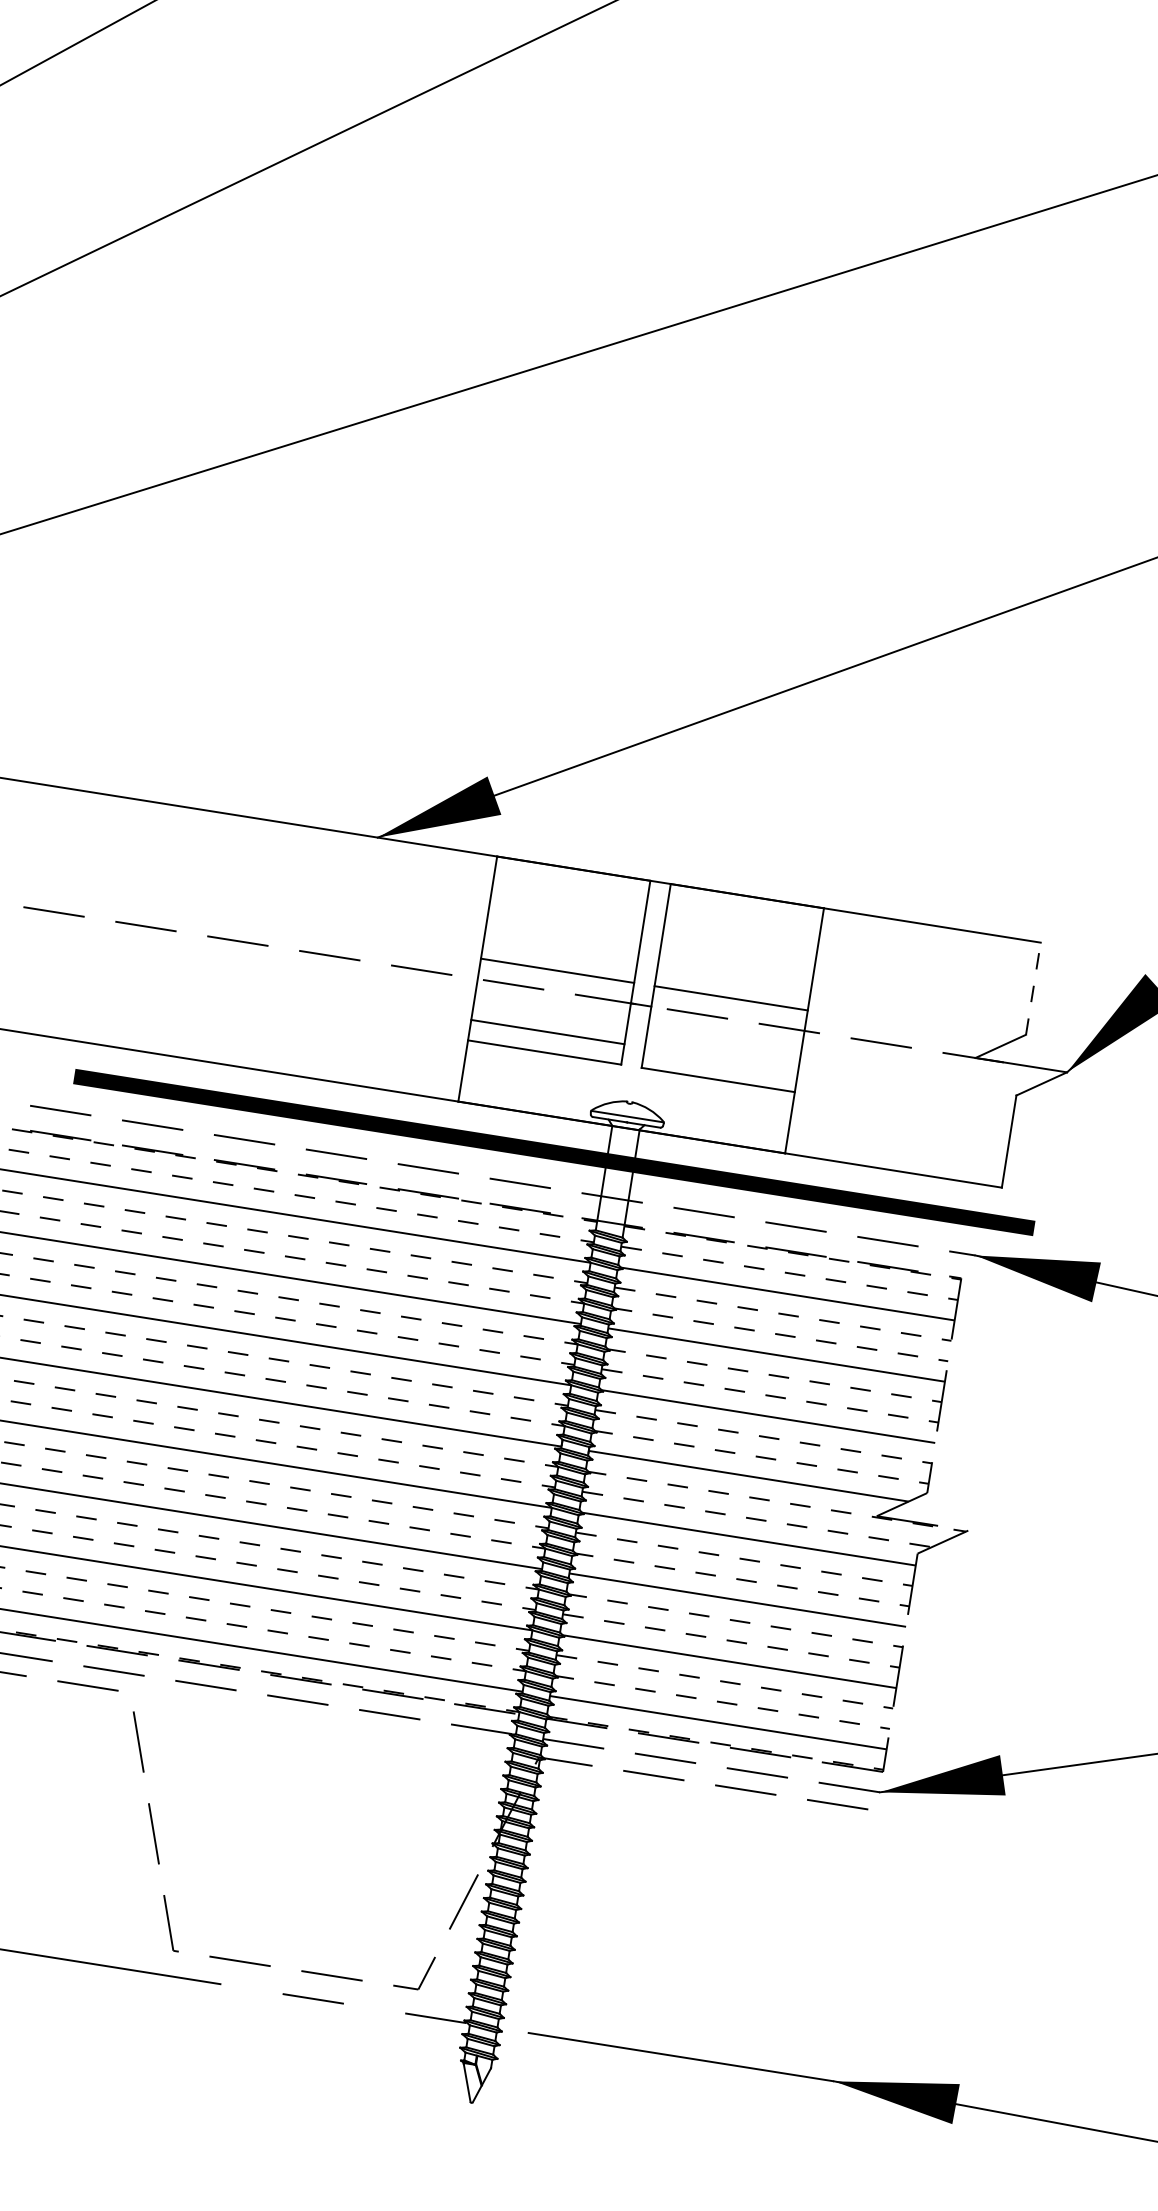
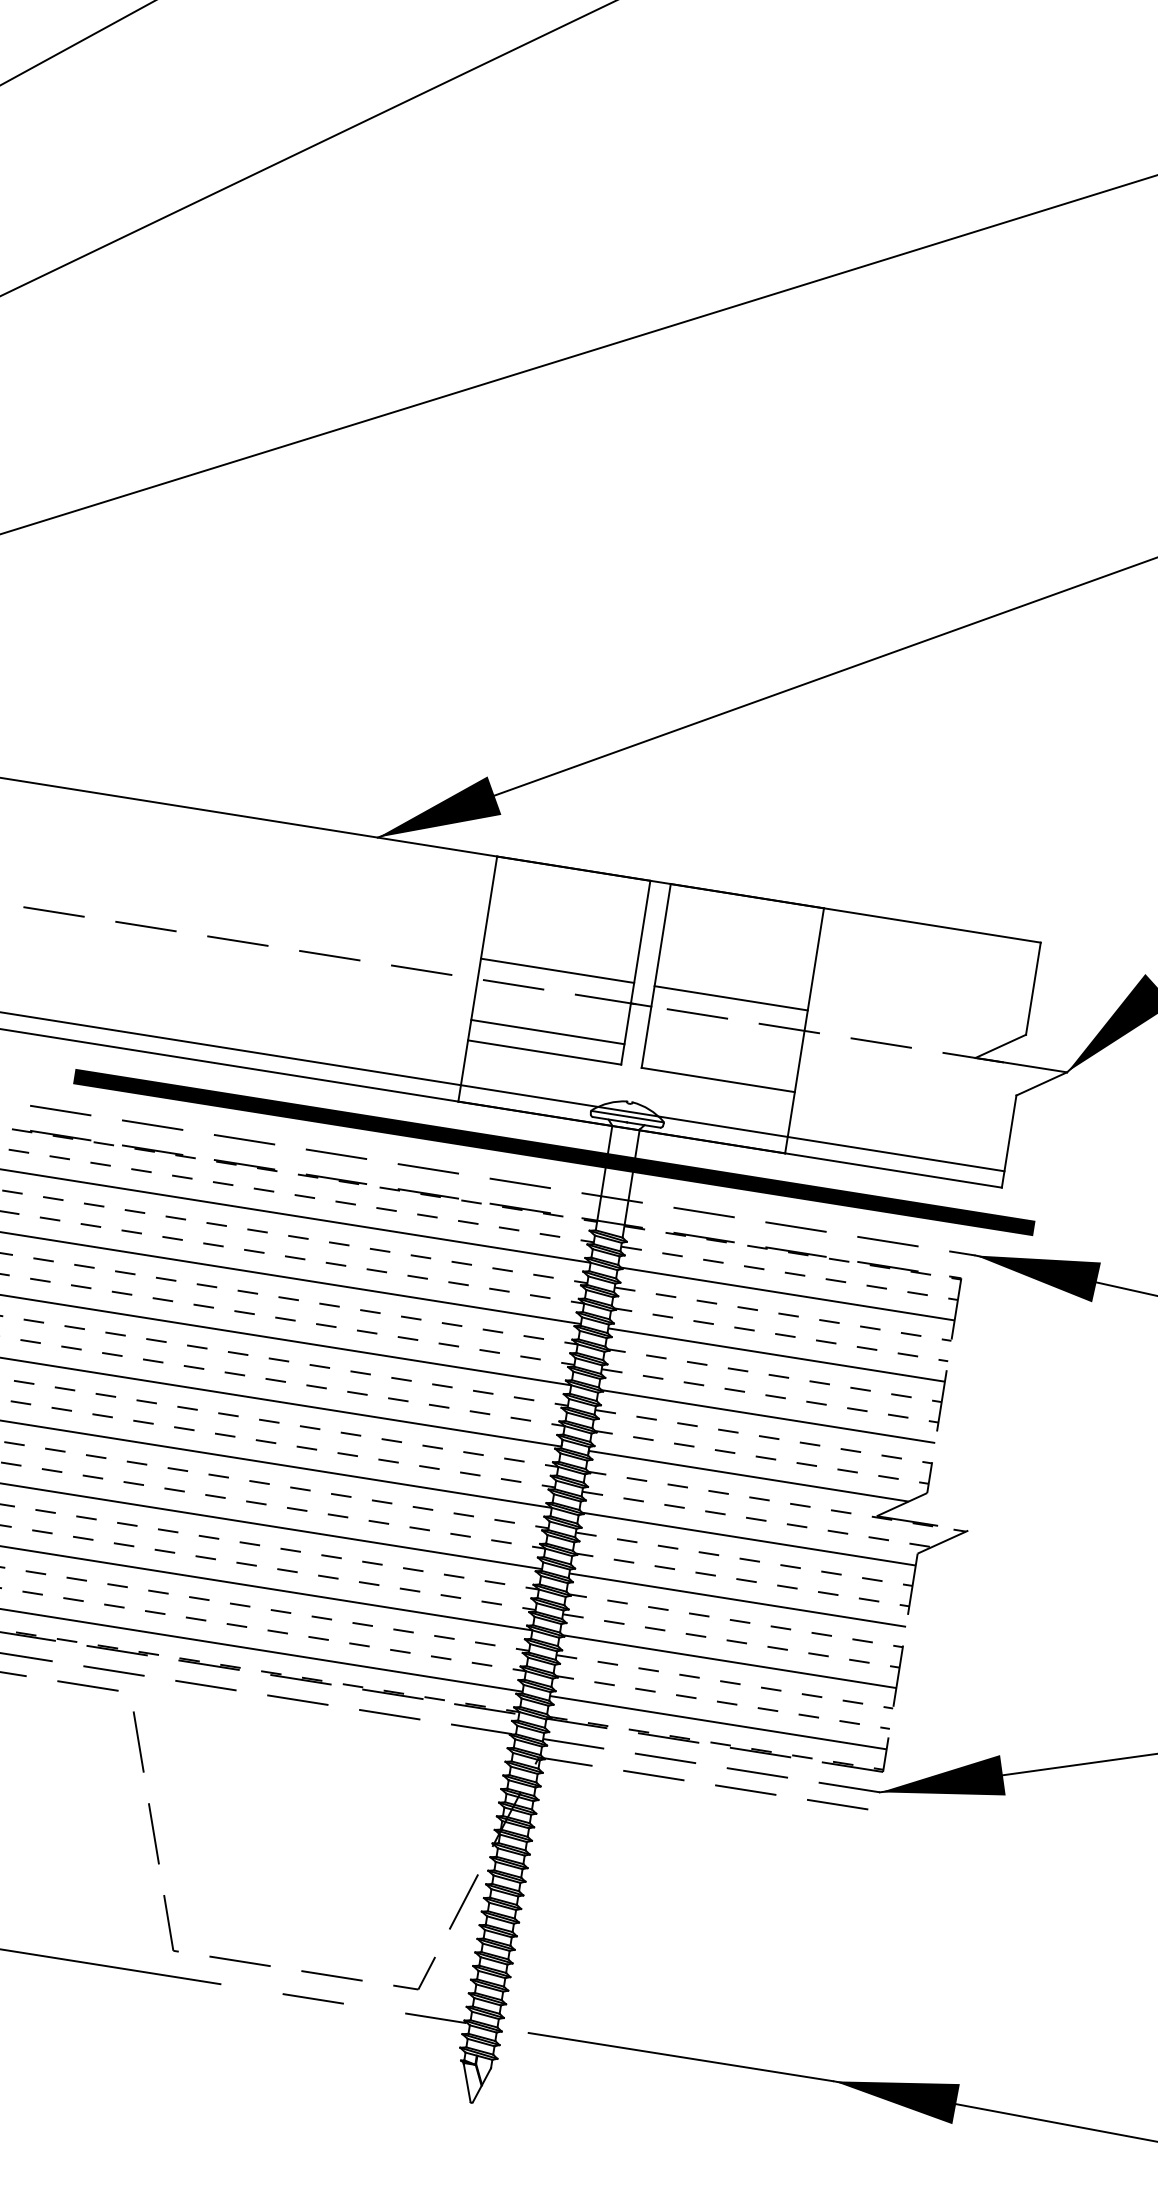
line at (1033, 988): dashed -> solid
line at (503, 1091): none -> present
